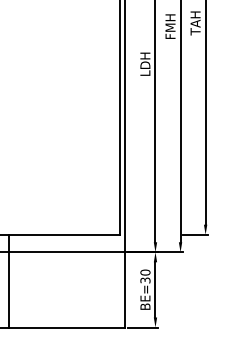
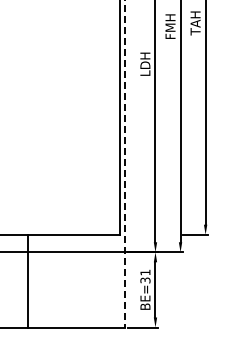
line at (125, 164): solid -> dashed
text at (145, 272): BE=30 -> BE=31
line at (8, 280) position: (8, 280) -> (27, 280)
